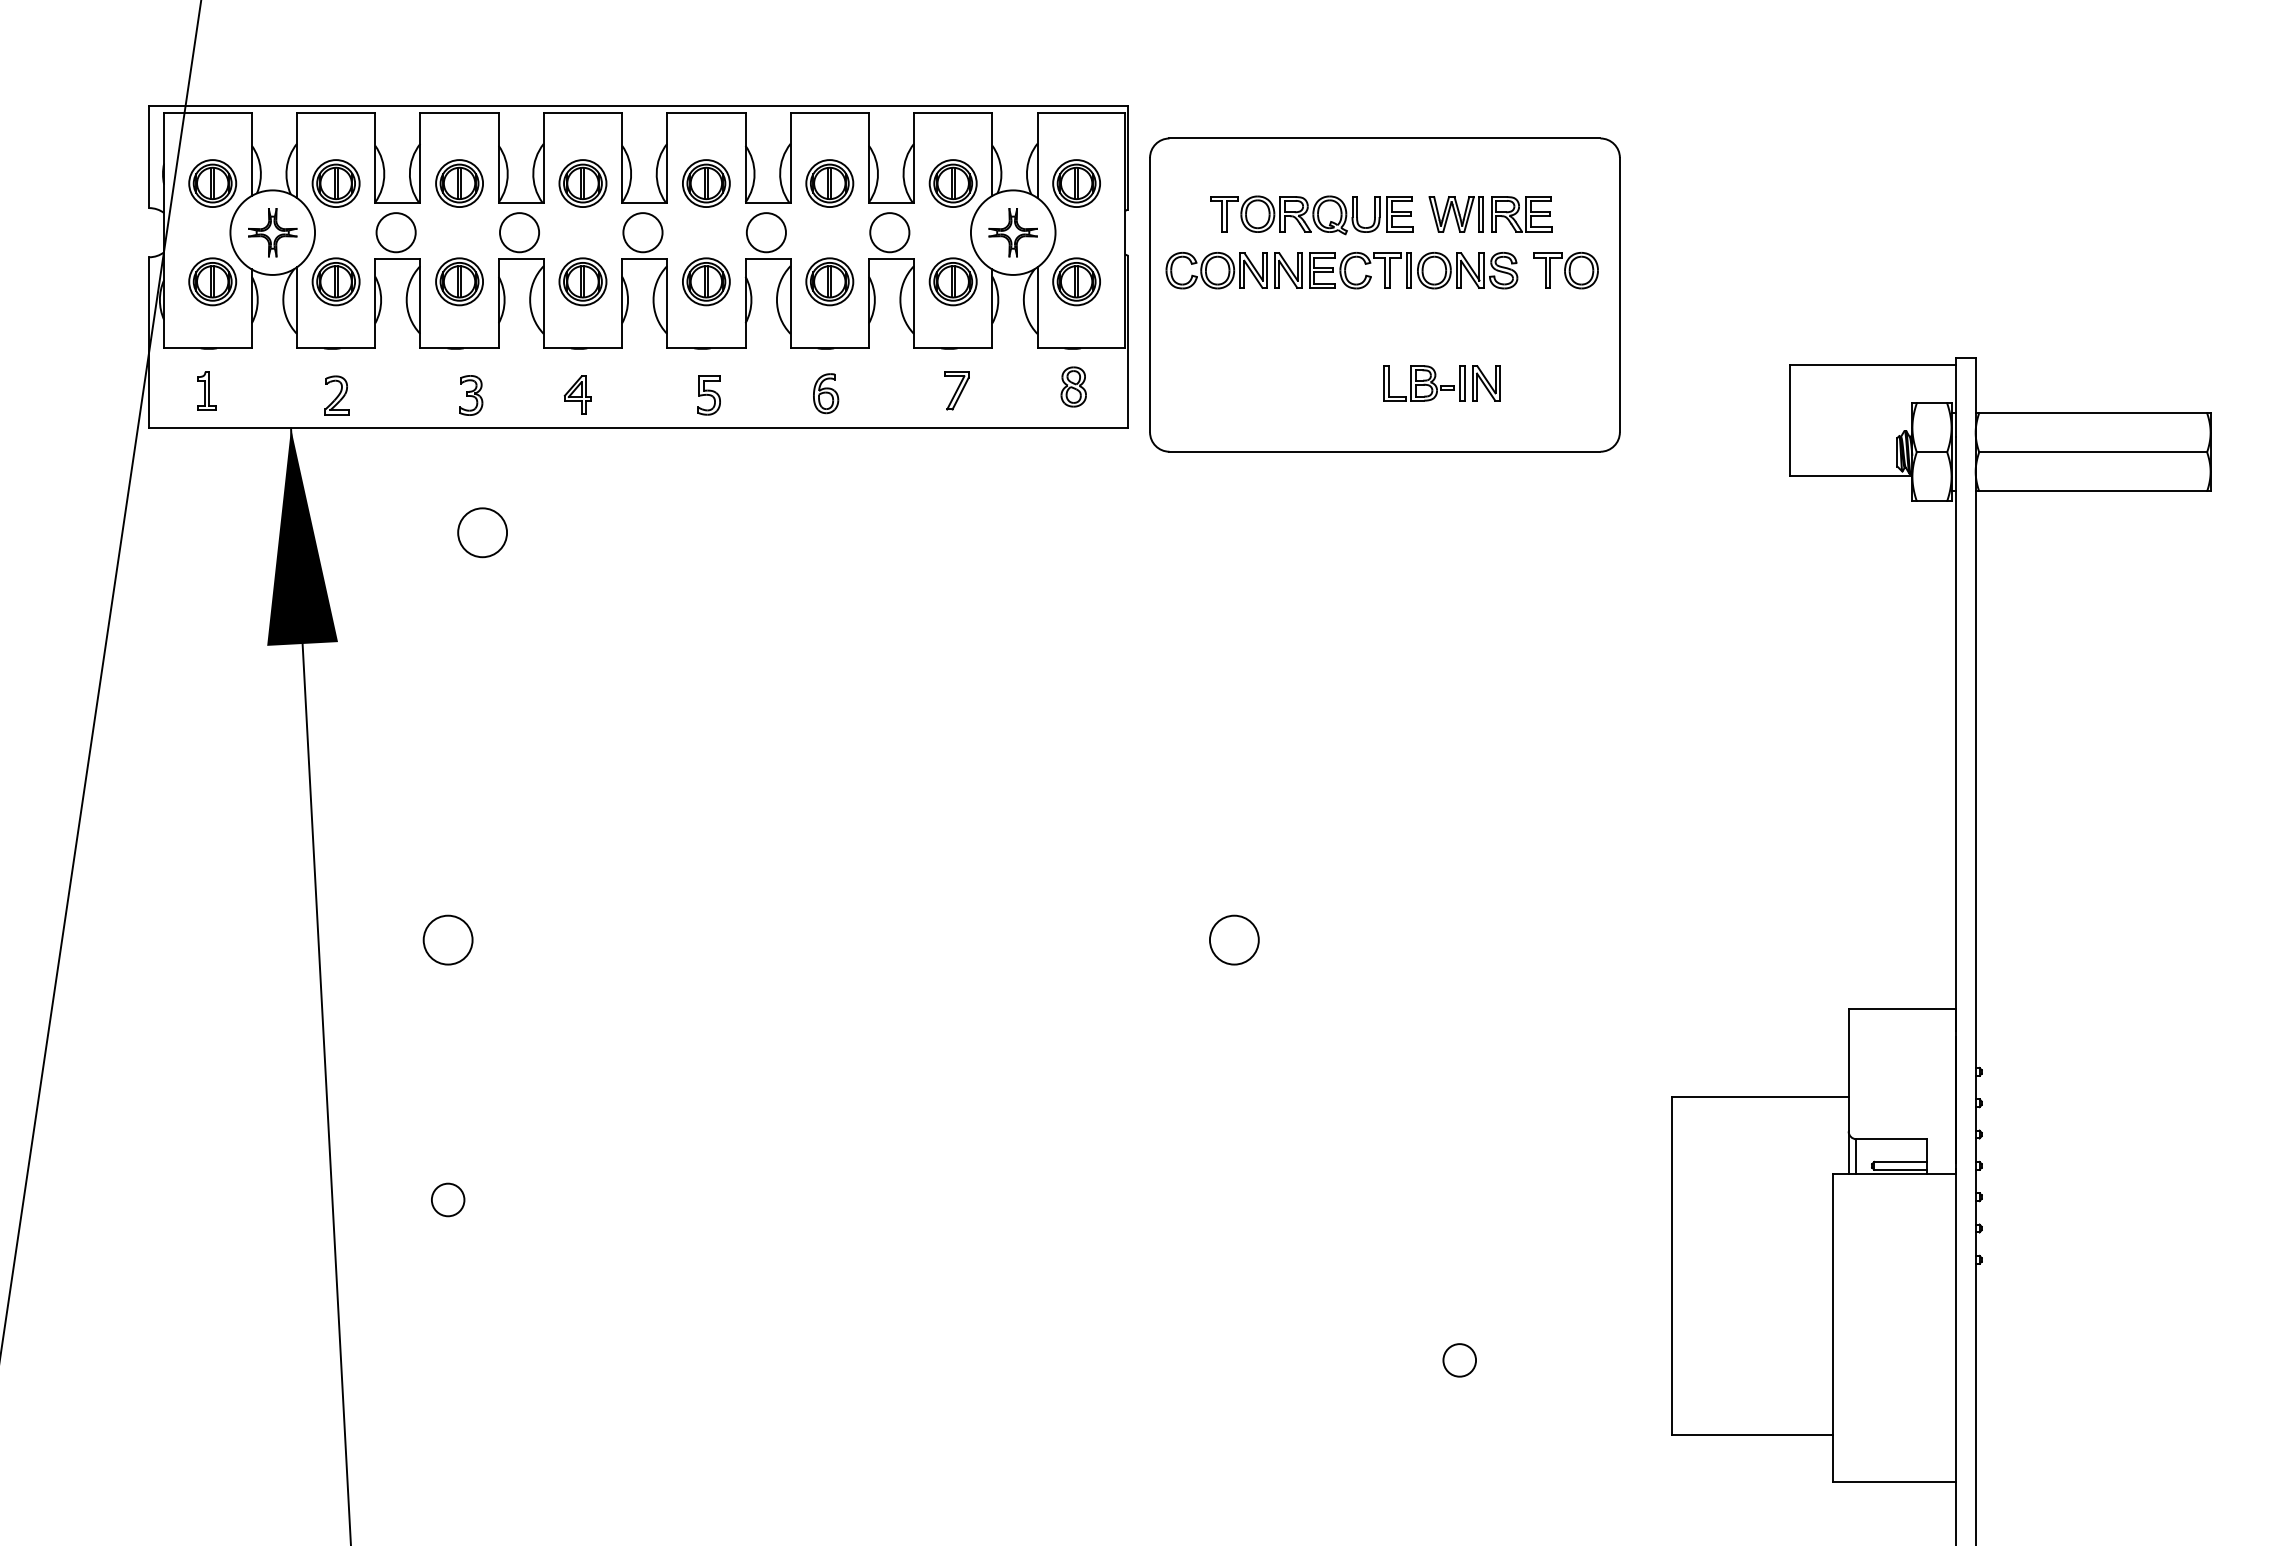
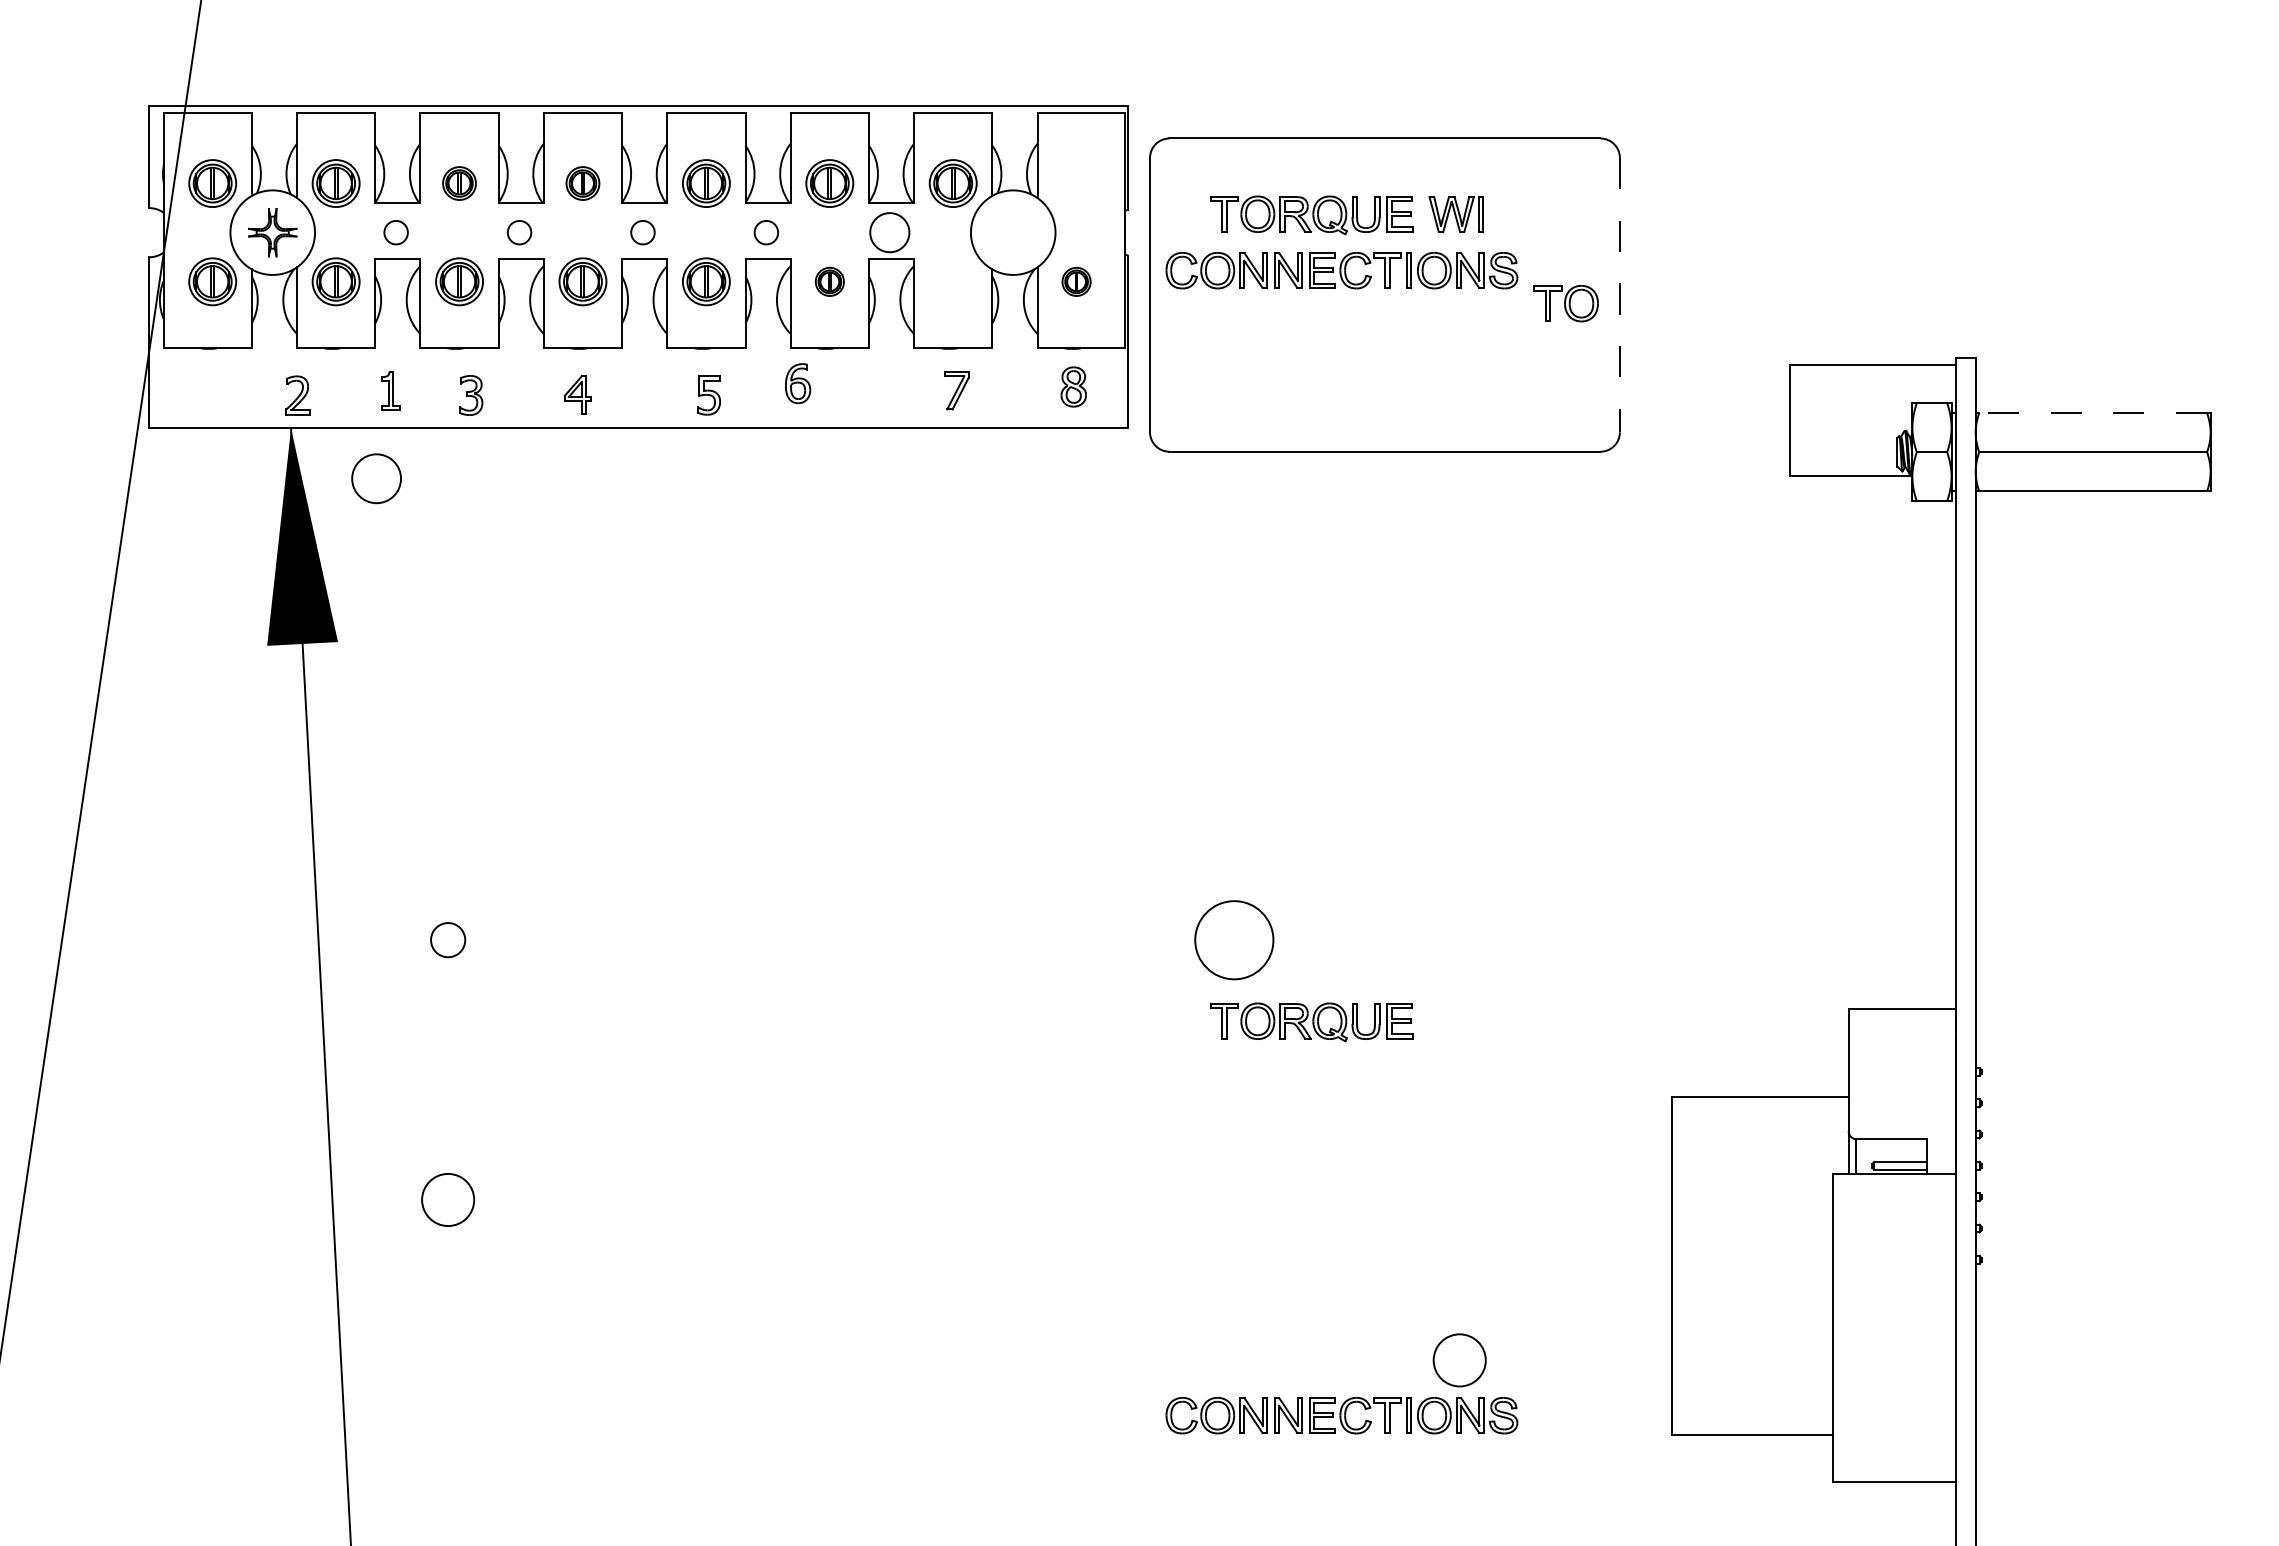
part at (459, 183) size: 49x49 px -> 35x35 px
part at (582, 183) size: 50x49 px -> 36x35 px
part at (1076, 183): present -> none
part at (1521, 214): present -> none
circle at (395, 232) diameter: 39 px -> 23 px
circle at (519, 232) diameter: 39 px -> 23 px
circle at (642, 232) diameter: 39 px -> 23 px
circle at (765, 232) diameter: 39 px -> 23 px
part at (1012, 232): present -> none
part at (1565, 270) position: (1565, 270) -> (1565, 303)
part at (829, 281) size: 50x50 px -> 31x31 px
part at (952, 281): present -> none
part at (1076, 281) size: 49x50 px -> 31x31 px
line at (1619, 295): solid -> dashed
part at (1441, 383): present -> none
part at (206, 390) position: (206, 390) -> (390, 390)
part at (826, 393) position: (826, 393) -> (798, 383)
part at (336, 395) position: (336, 395) -> (297, 395)
line at (2093, 413): solid -> dashed
circle at (482, 532) position: (482, 532) -> (376, 478)
circle at (447, 939) diameter: 49 px -> 34 px
circle at (1234, 939) size: 51x52 px -> 81x81 px
part at (1311, 1022): none -> present
circle at (447, 1199) diameter: 33 px -> 52 px
circle at (1459, 1360) diameter: 33 px -> 52 px
part at (1341, 1415): none -> present
